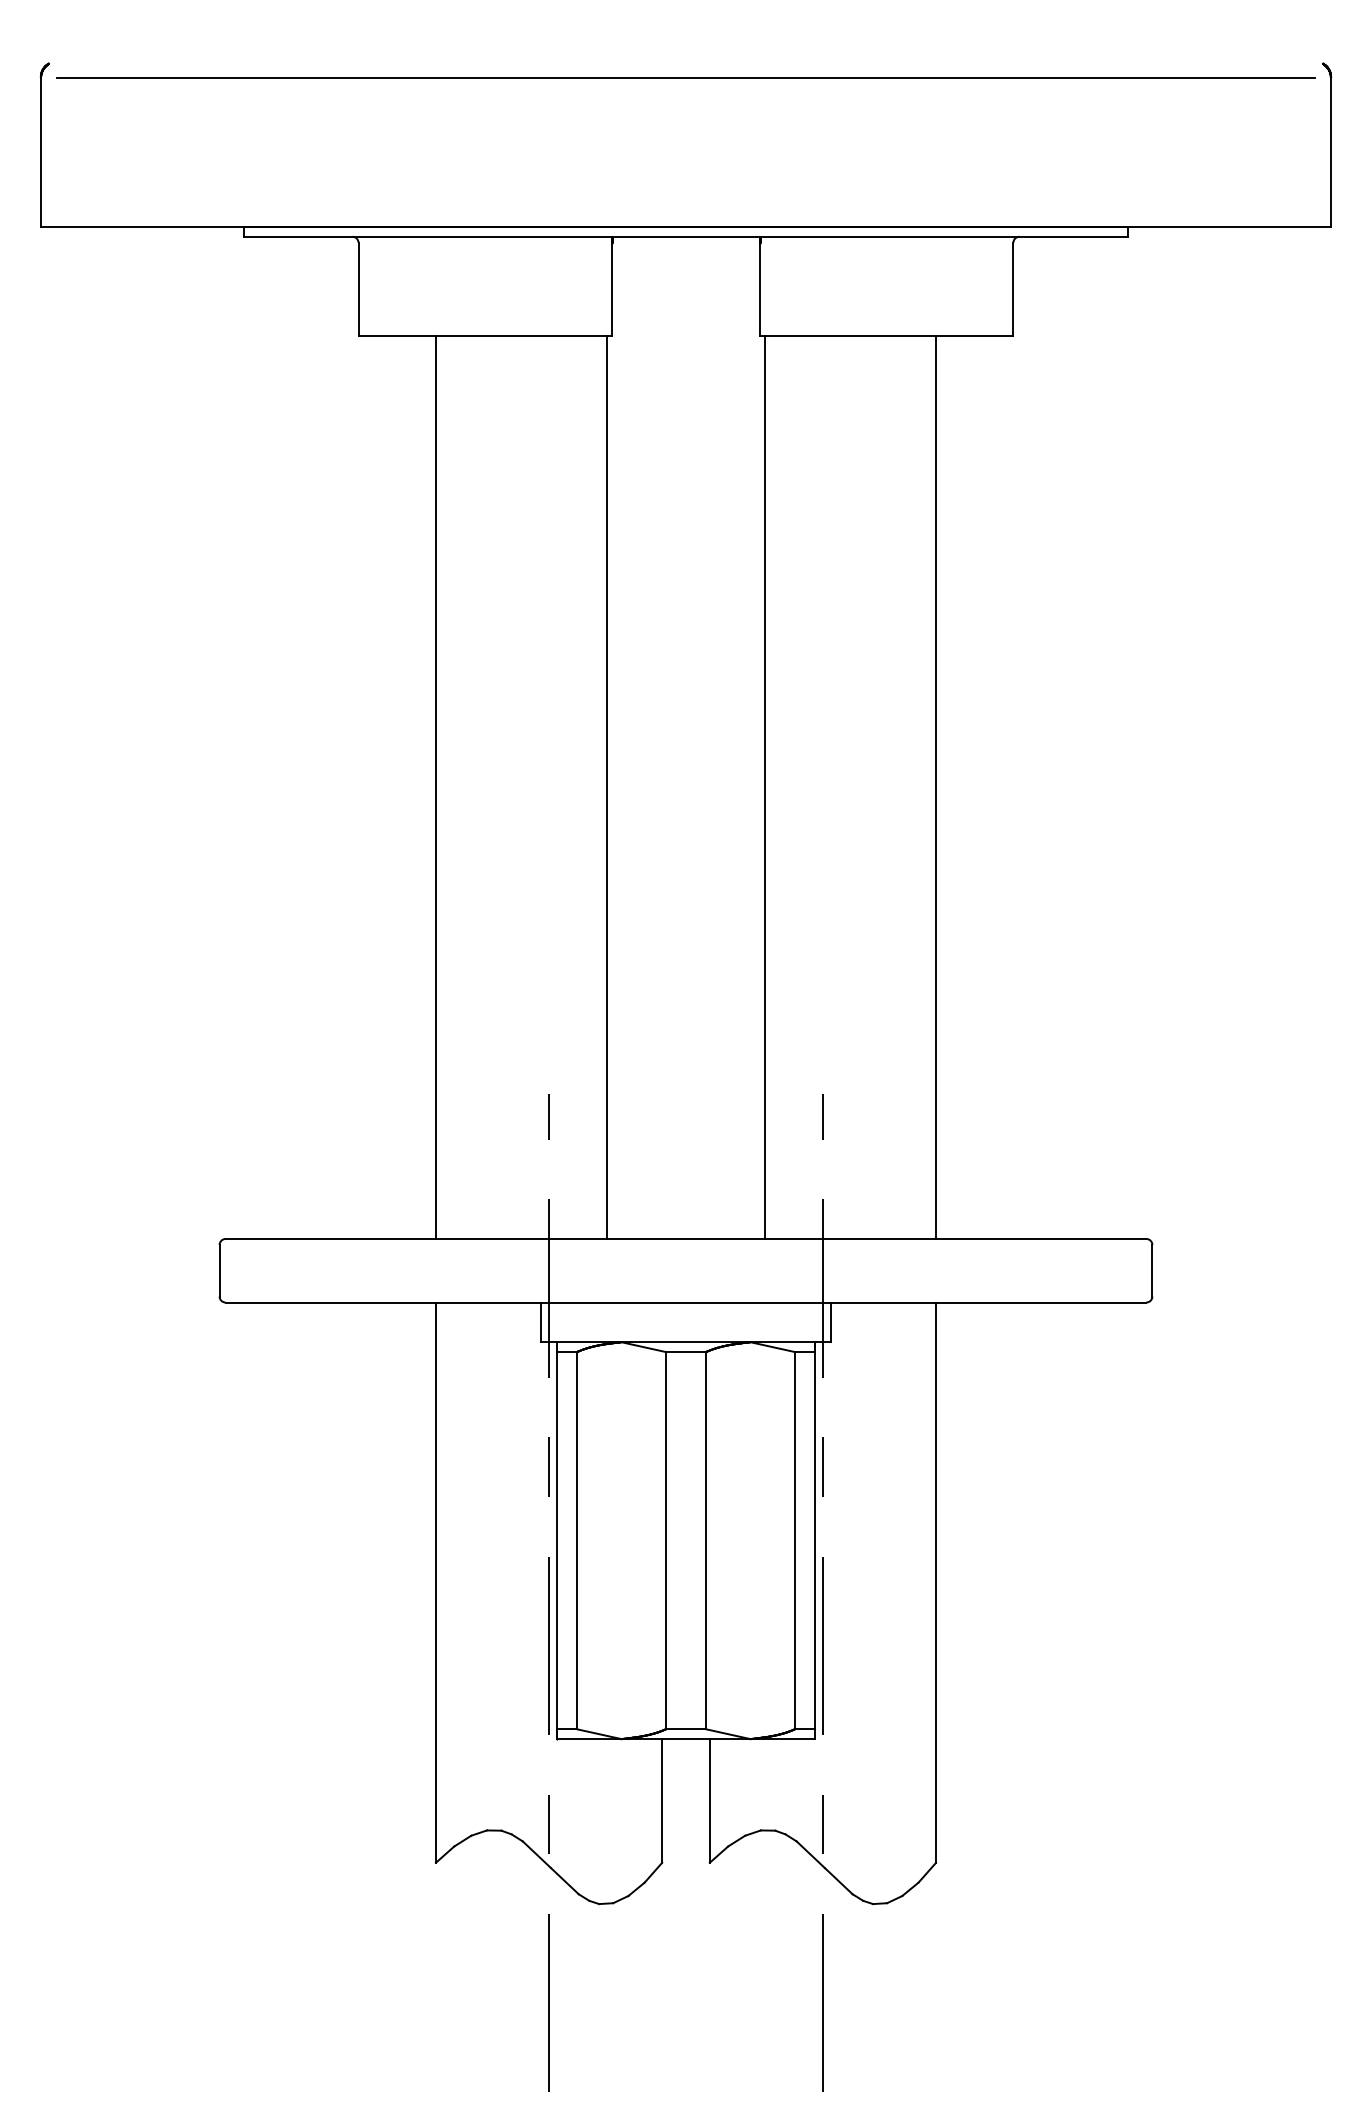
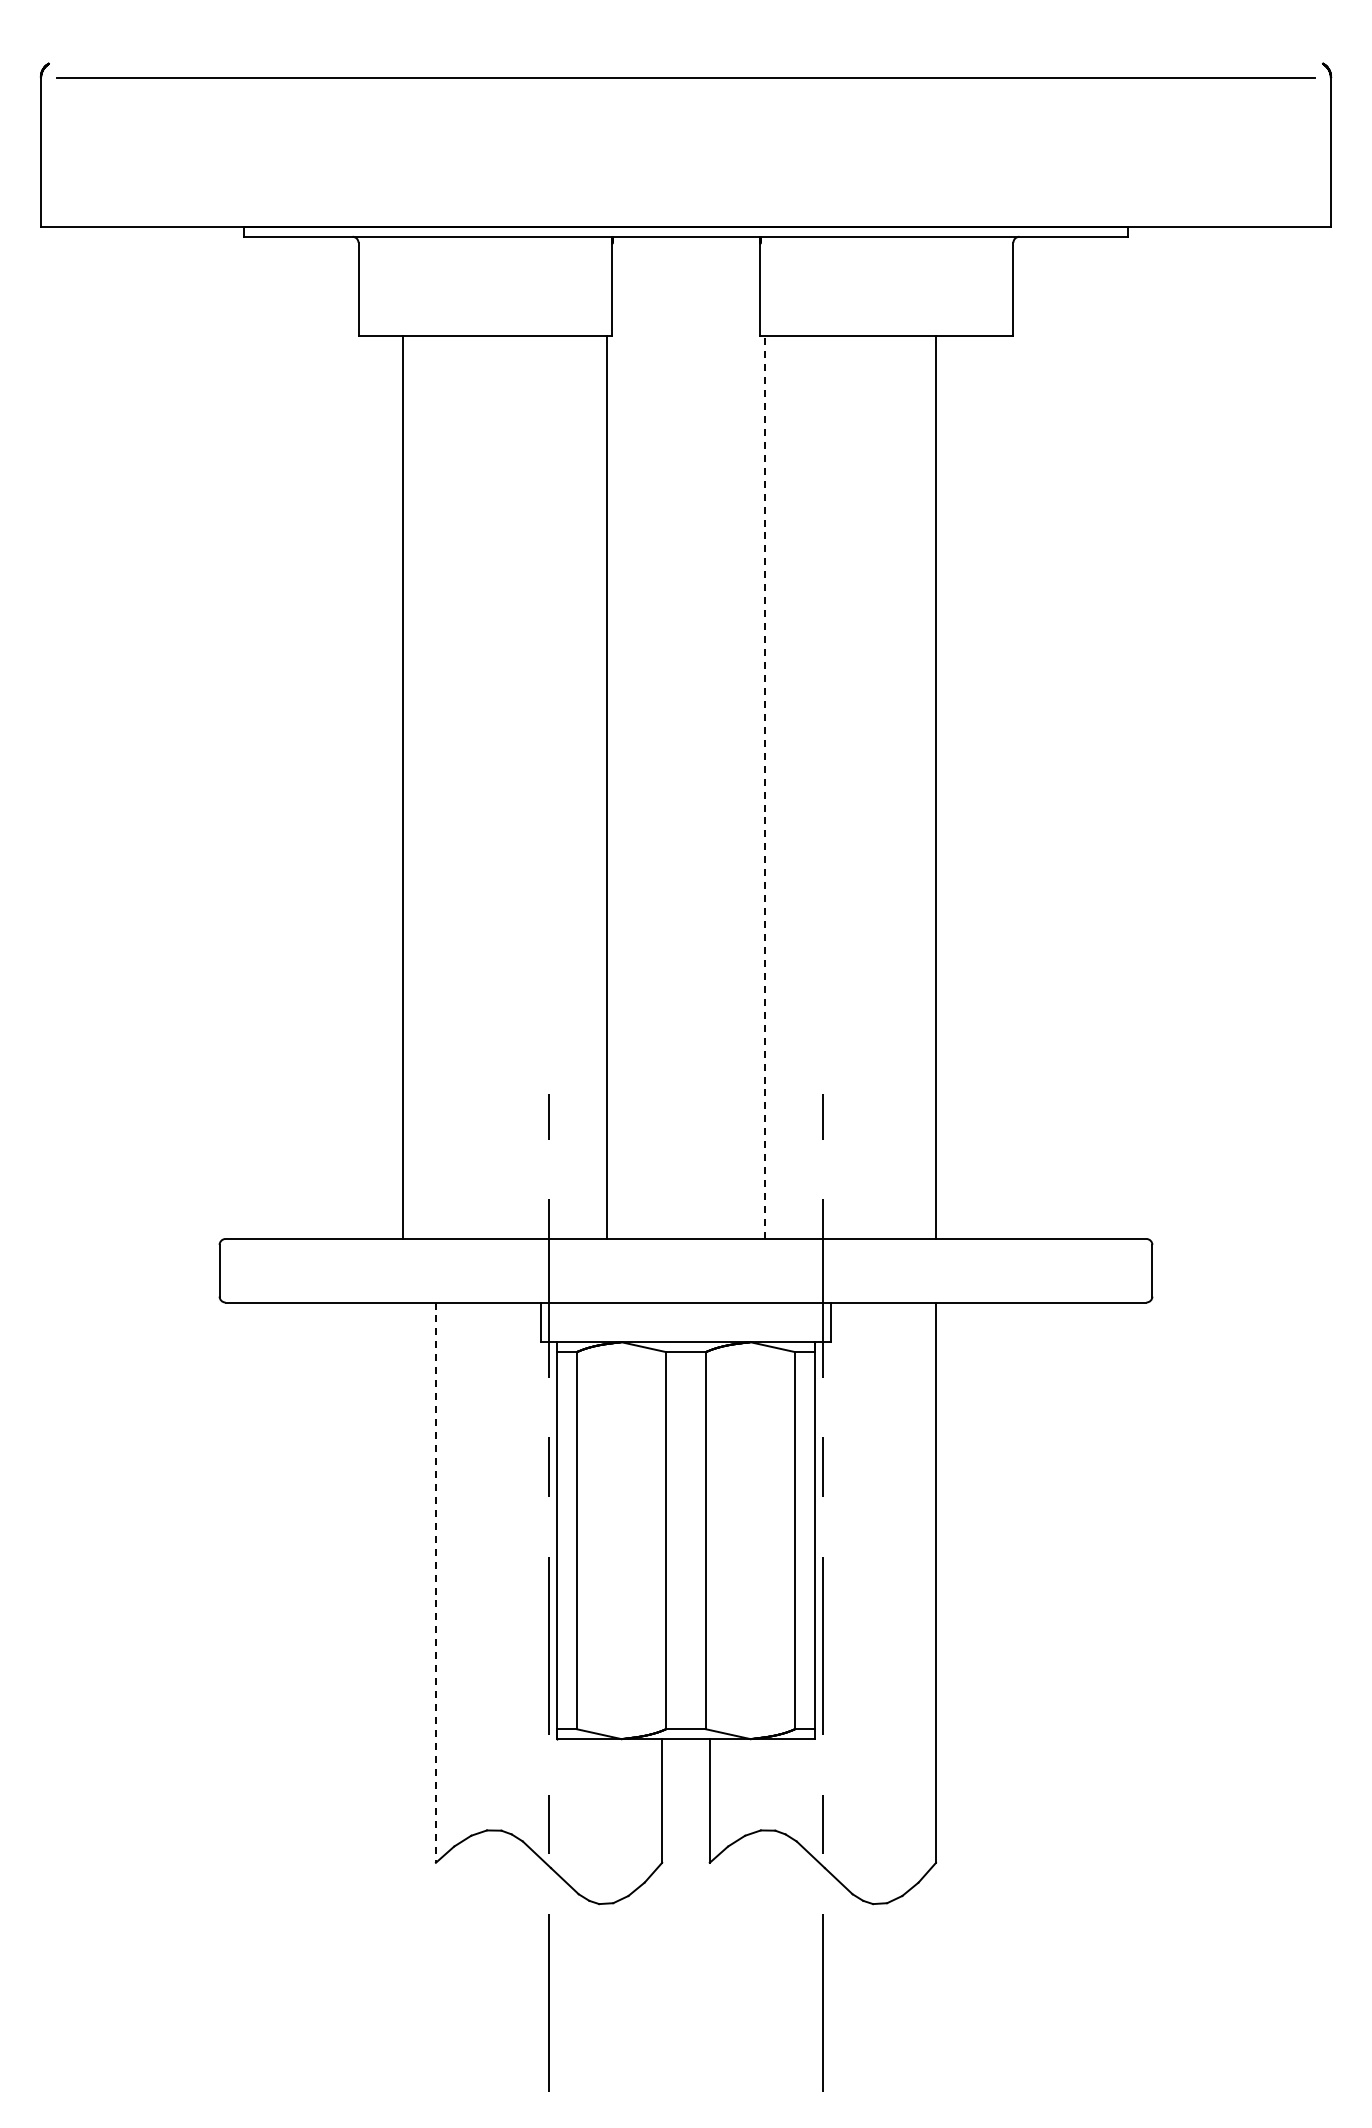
line at (435, 787) position: (435, 787) -> (402, 787)
line at (765, 787): solid -> dashed
line at (435, 1583): solid -> dashed
